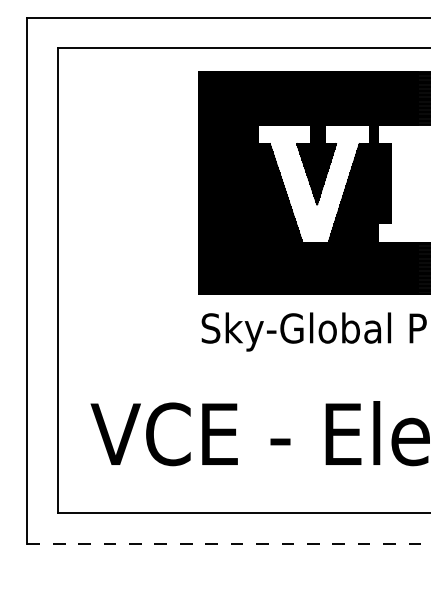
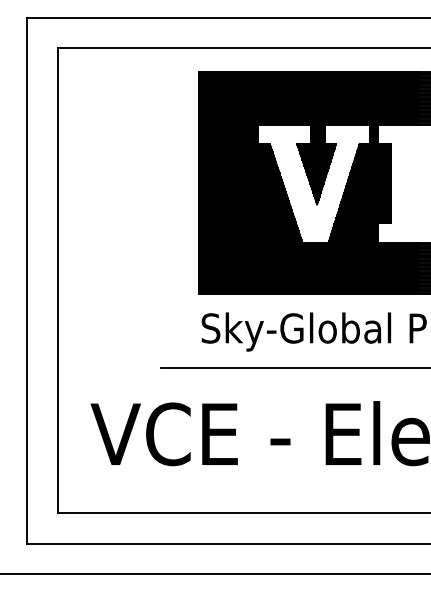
line at (294, 368): none -> present
line at (229, 543): dashed -> solid
line at (214, 574): none -> present
